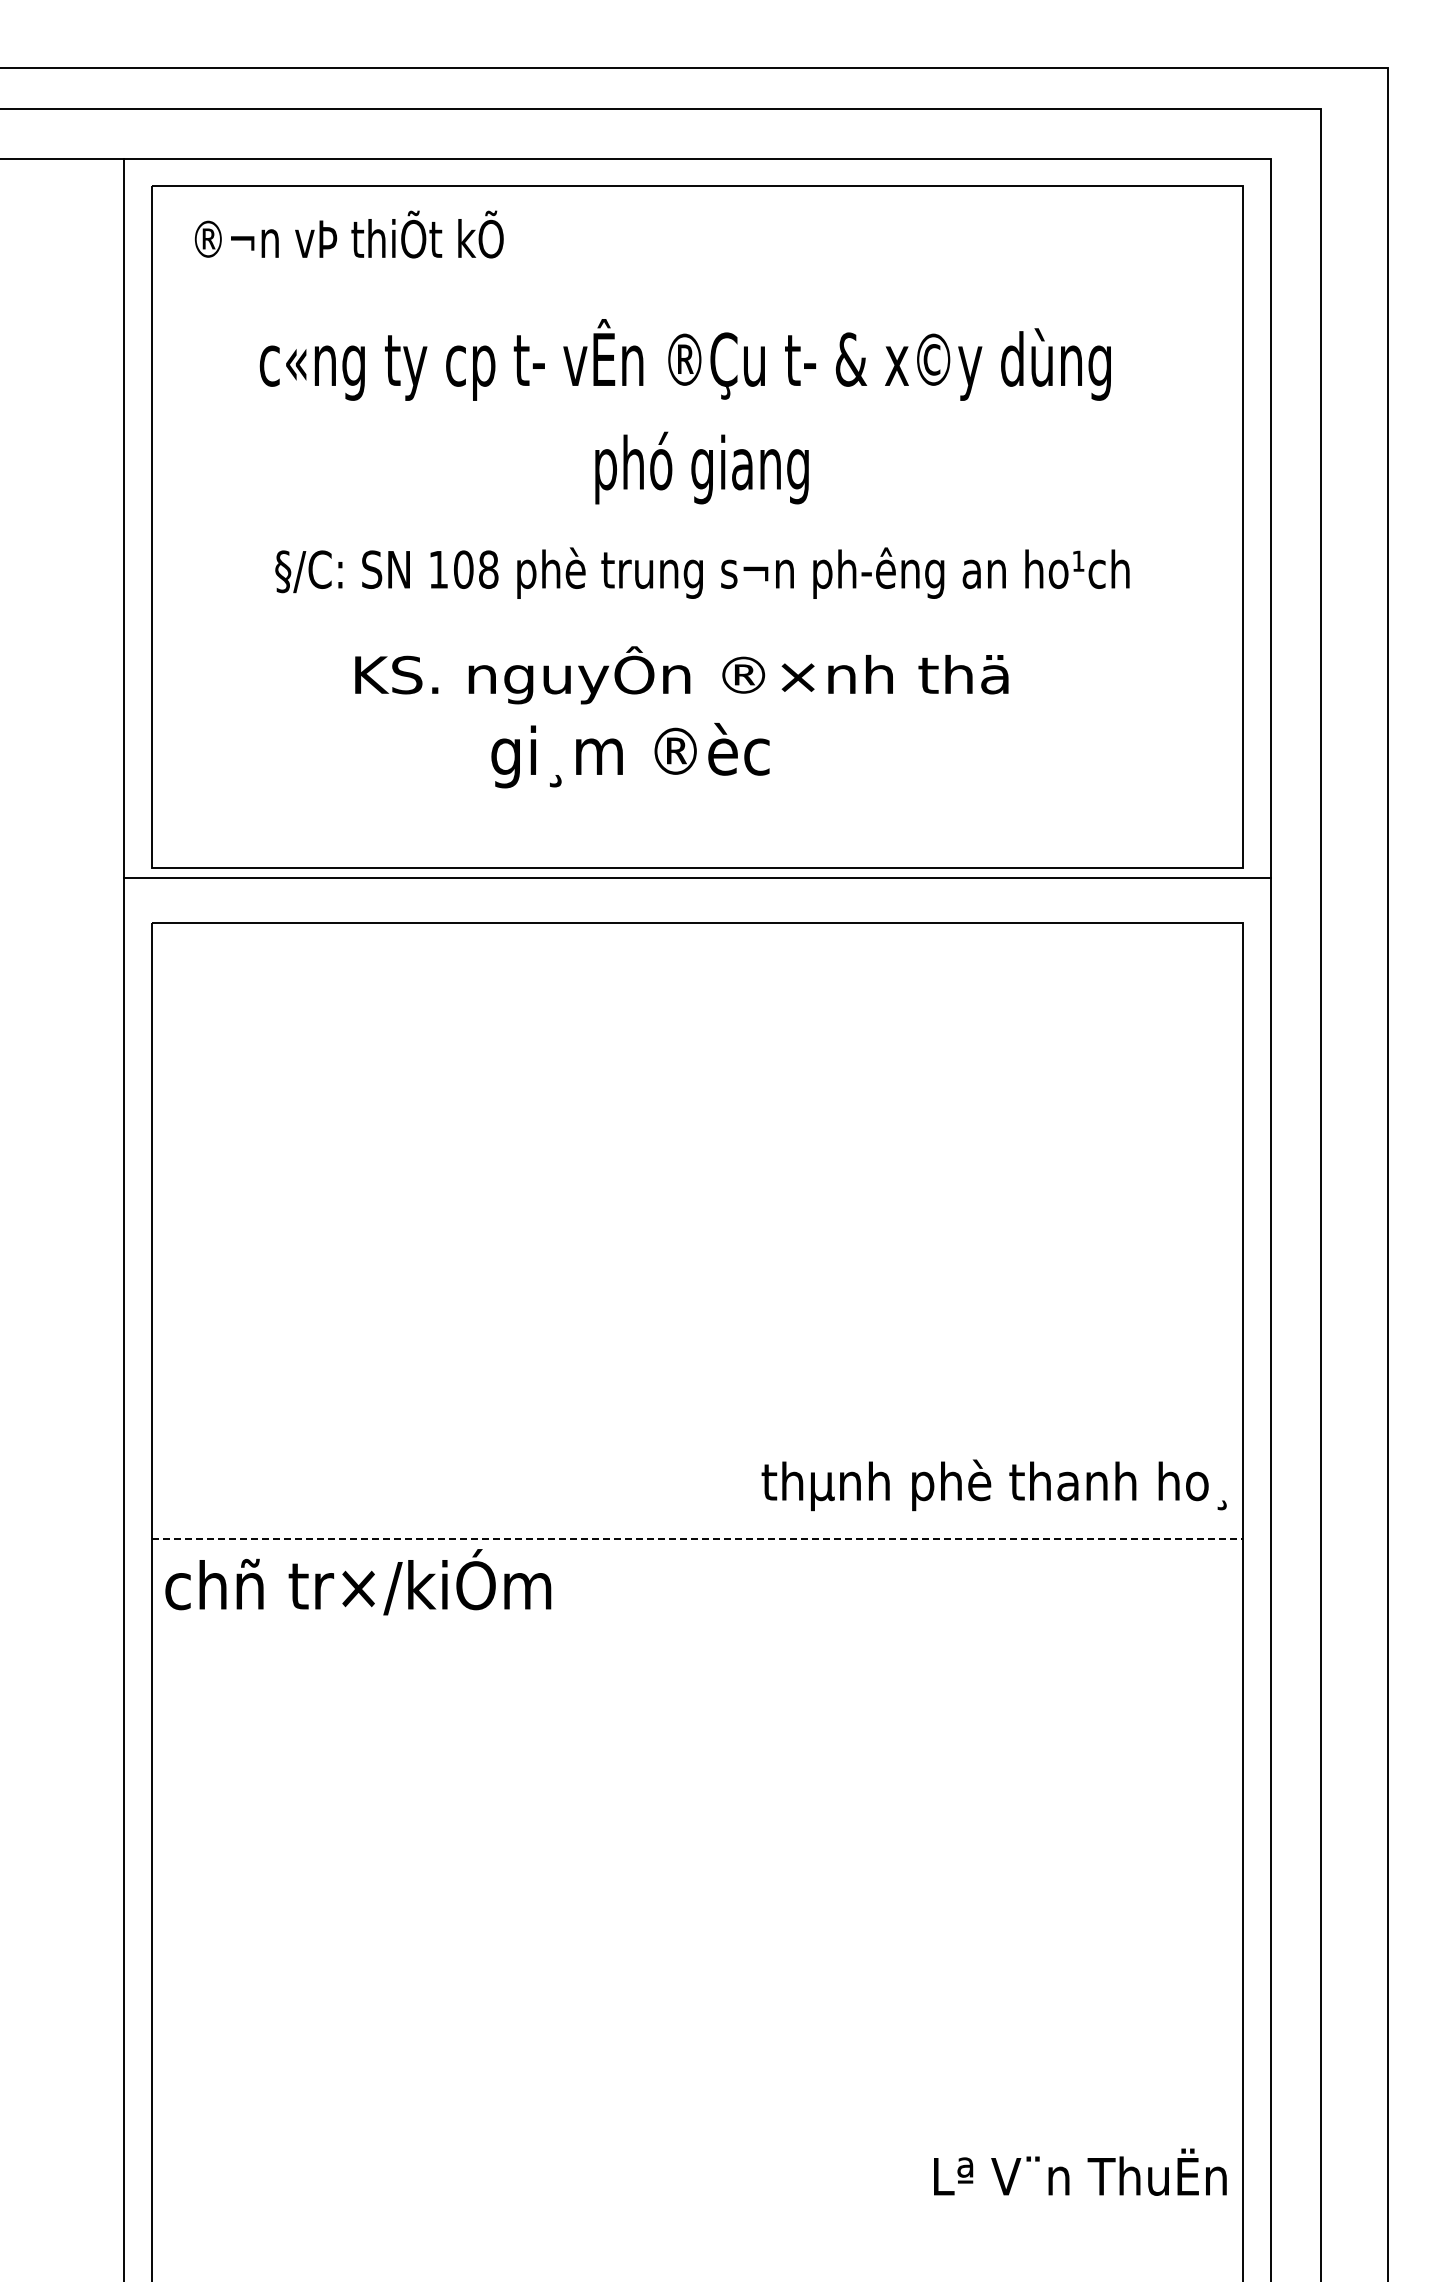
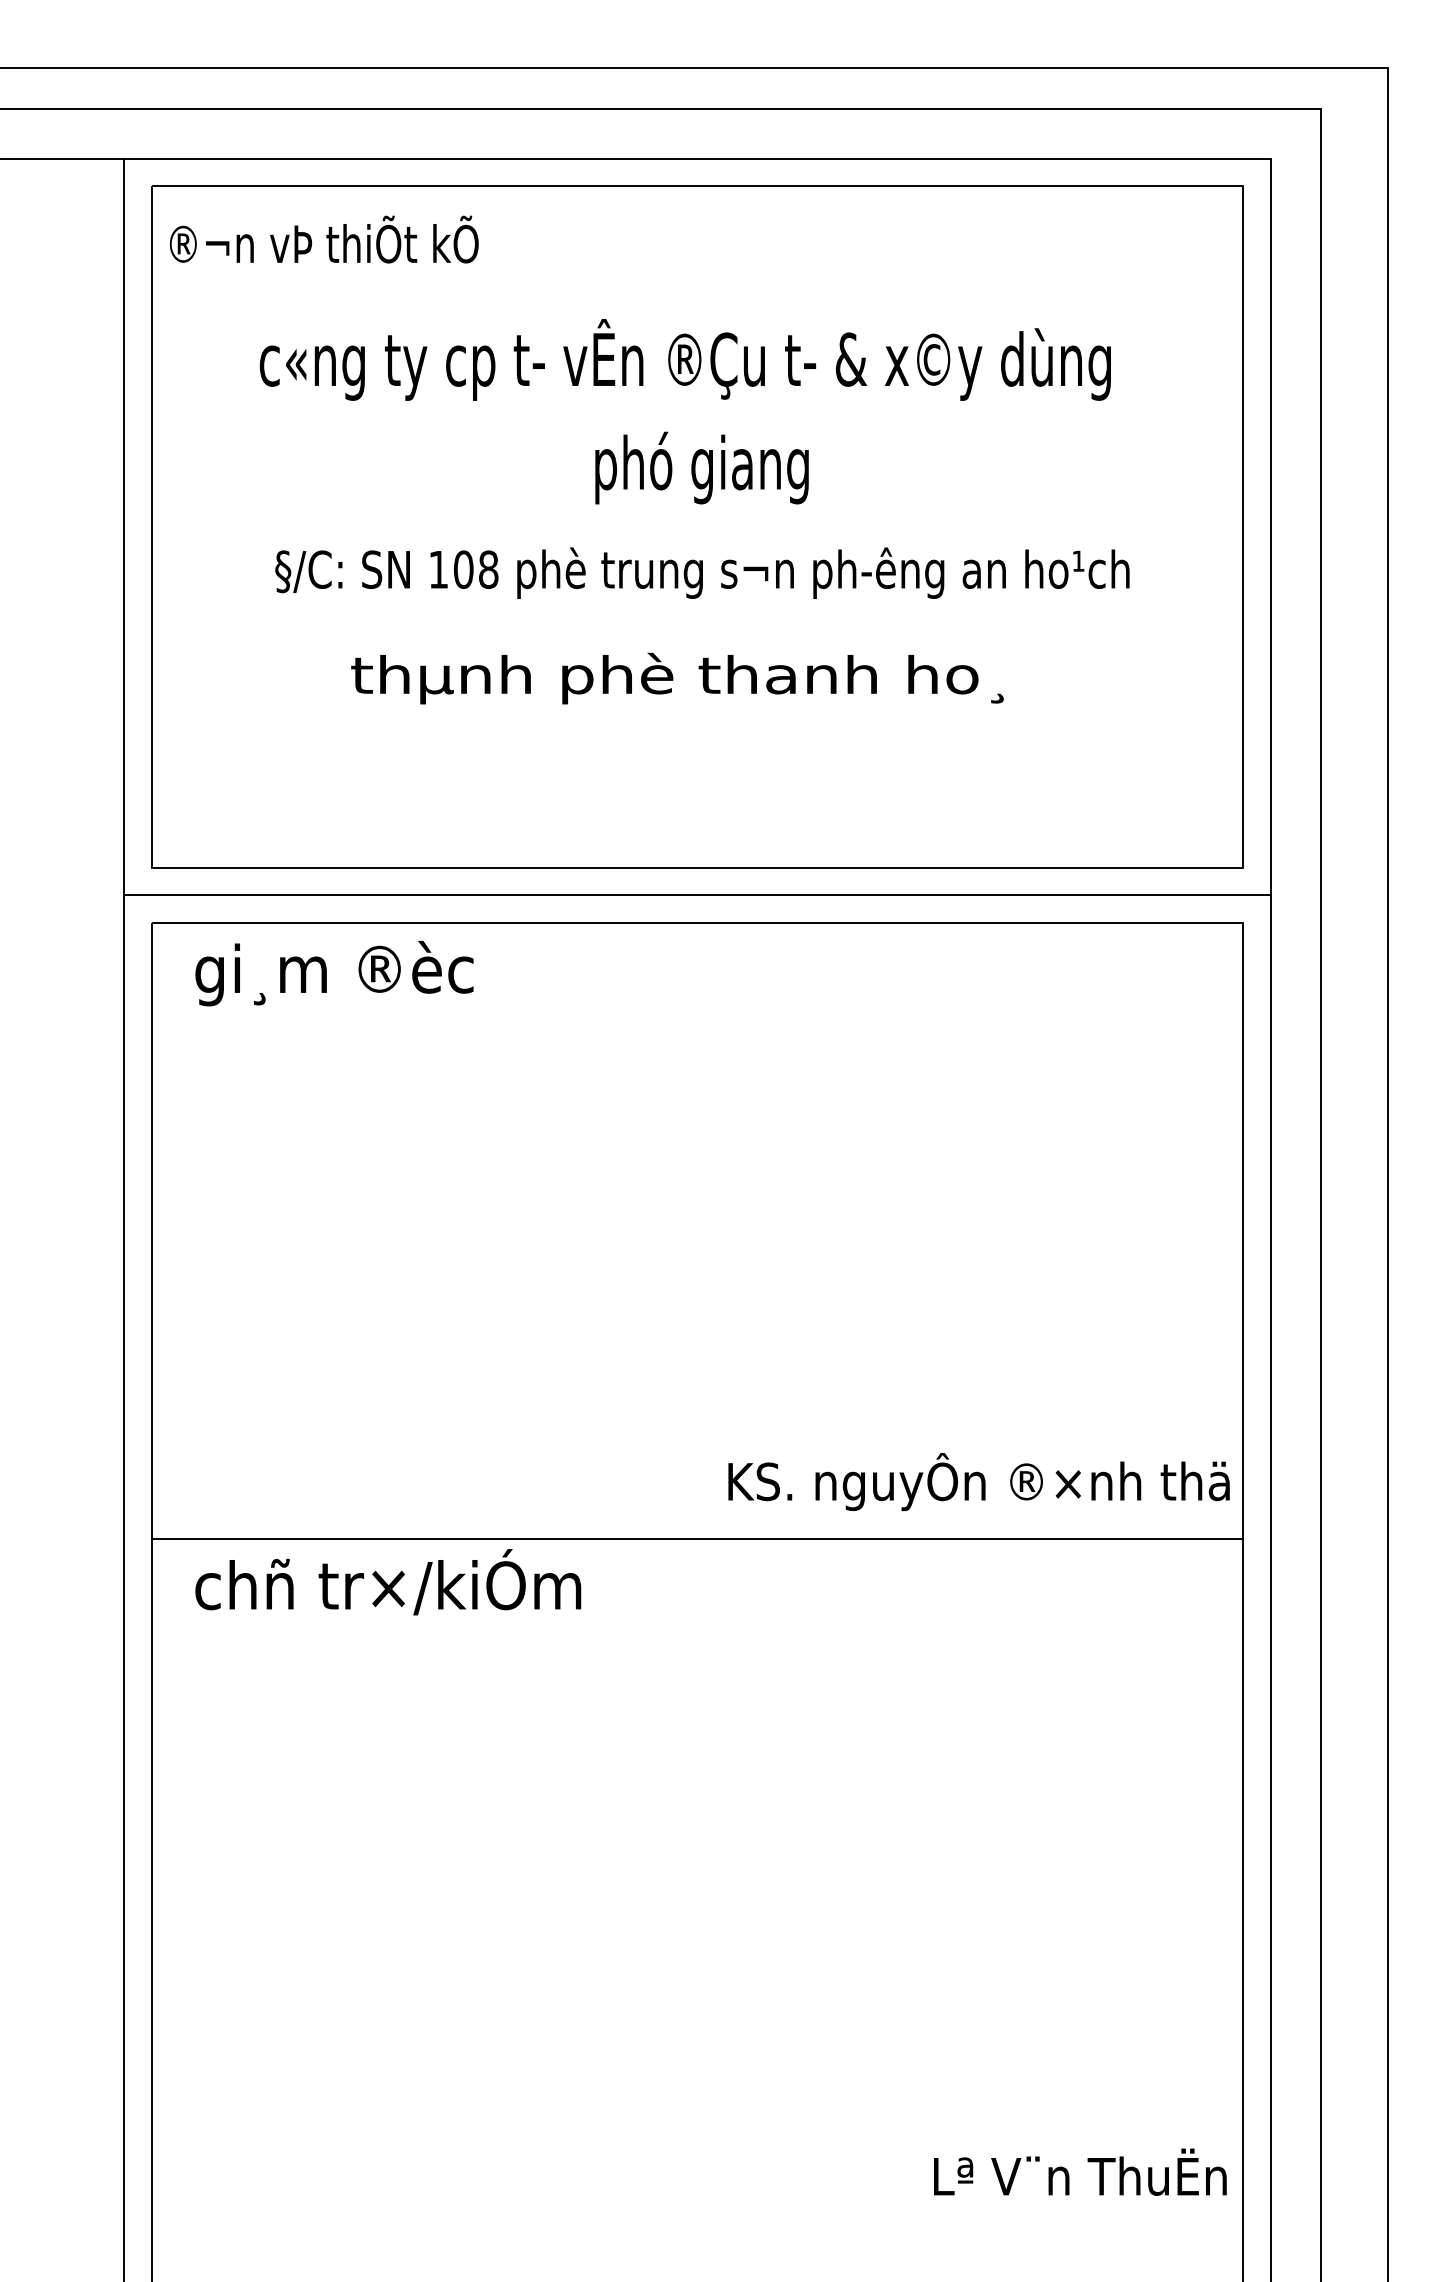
text at (348, 234) position: (348, 234) -> (323, 239)
text at (679, 675): KS. nguyÔn ®×nh thä -> thµnh phè thanh ho¸
text at (630, 755) position: (630, 755) -> (334, 973)
line at (697, 878) position: (697, 878) -> (697, 895)
text at (978, 1482): thµnh phè thanh ho¸ -> KS. nguyÔn ®×nh thä
line at (697, 1539): dashed -> solid
text at (358, 1582) position: (358, 1582) -> (388, 1582)
